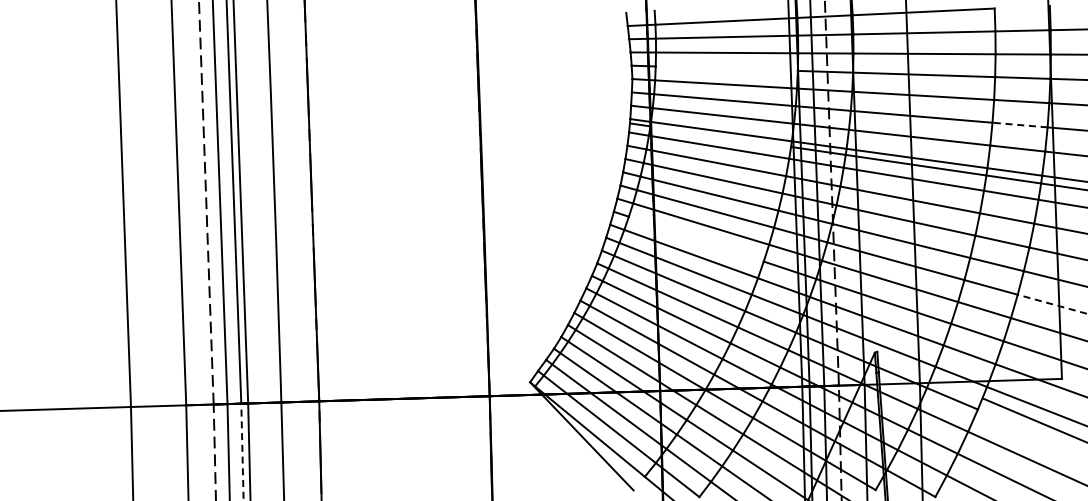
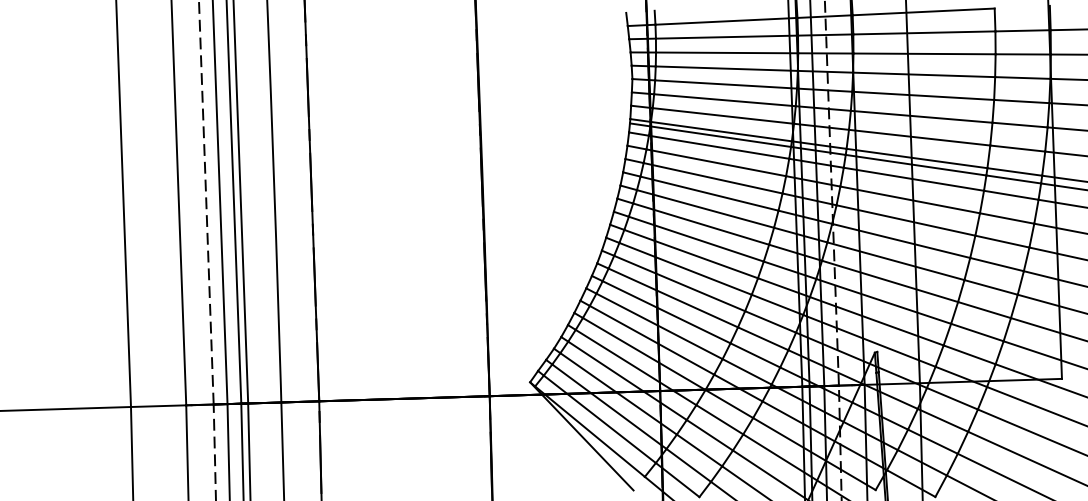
line at (726, 68): none -> present
line at (1020, 125): dashed -> solid
line at (720, 136): none -> present
line at (695, 238): none -> present
line at (1052, 304): dashed -> solid
line at (1033, 419) position: (1033, 419) -> (1030, 431)
line at (242, 451): dashed -> solid
